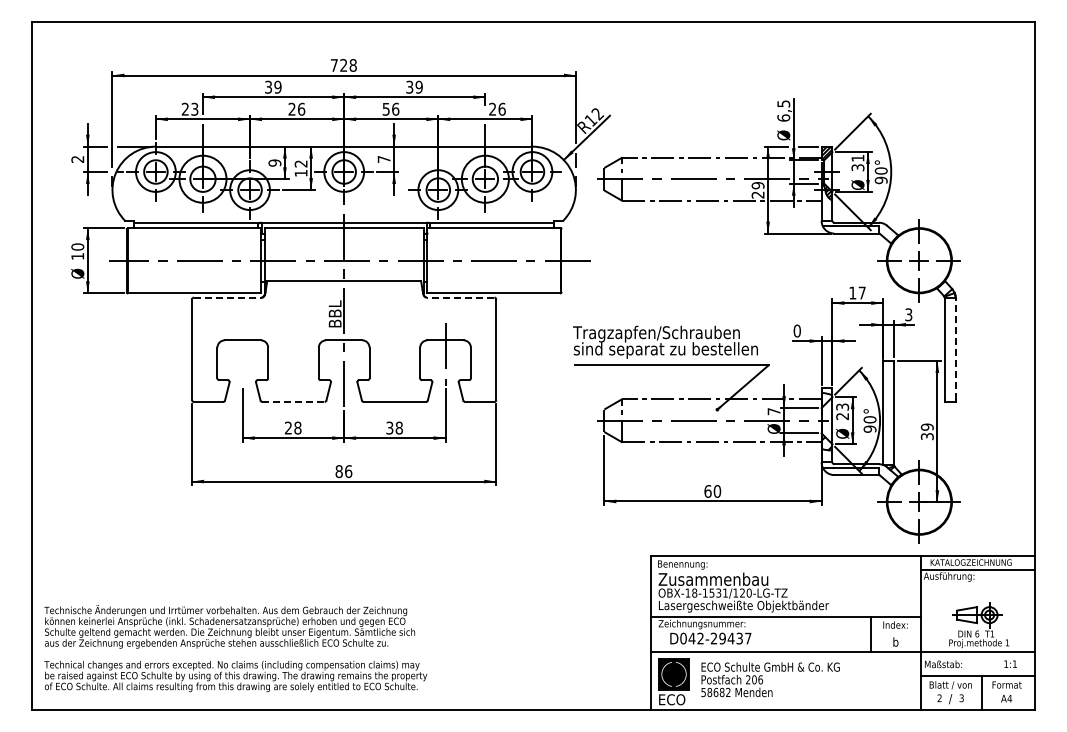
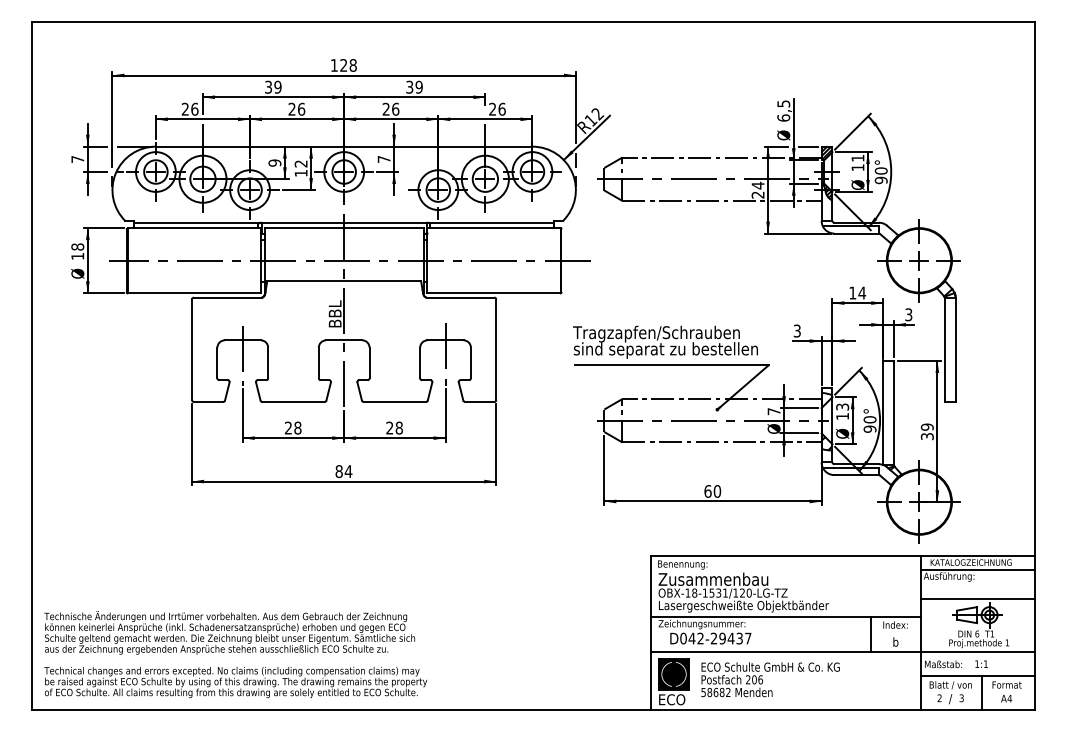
text at (334, 65): 728 -> 128
text at (194, 108): 23 -> 26
text at (385, 108): 56 -> 26
text at (77, 159): 2 -> 7
text at (857, 167): 31 -> 11
text at (757, 185): 29 -> 24
text at (77, 246): 10 -> 18
text at (862, 292): 17 -> 14
line at (227, 297): dashed -> solid
line at (460, 297): dashed -> solid
text at (796, 330): 0 -> 3
line at (955, 349): dashed -> solid
line at (242, 355): none -> present
line at (293, 401): dashed -> solid
text at (842, 416): 23 -> 13
text at (389, 428): 38 -> 28
text at (348, 471): 86 -> 84
line at (977, 599): none -> present
text at (235, 648) position: (235, 648) -> (235, 654)
text at (1010, 663) position: (1010, 663) -> (981, 663)
